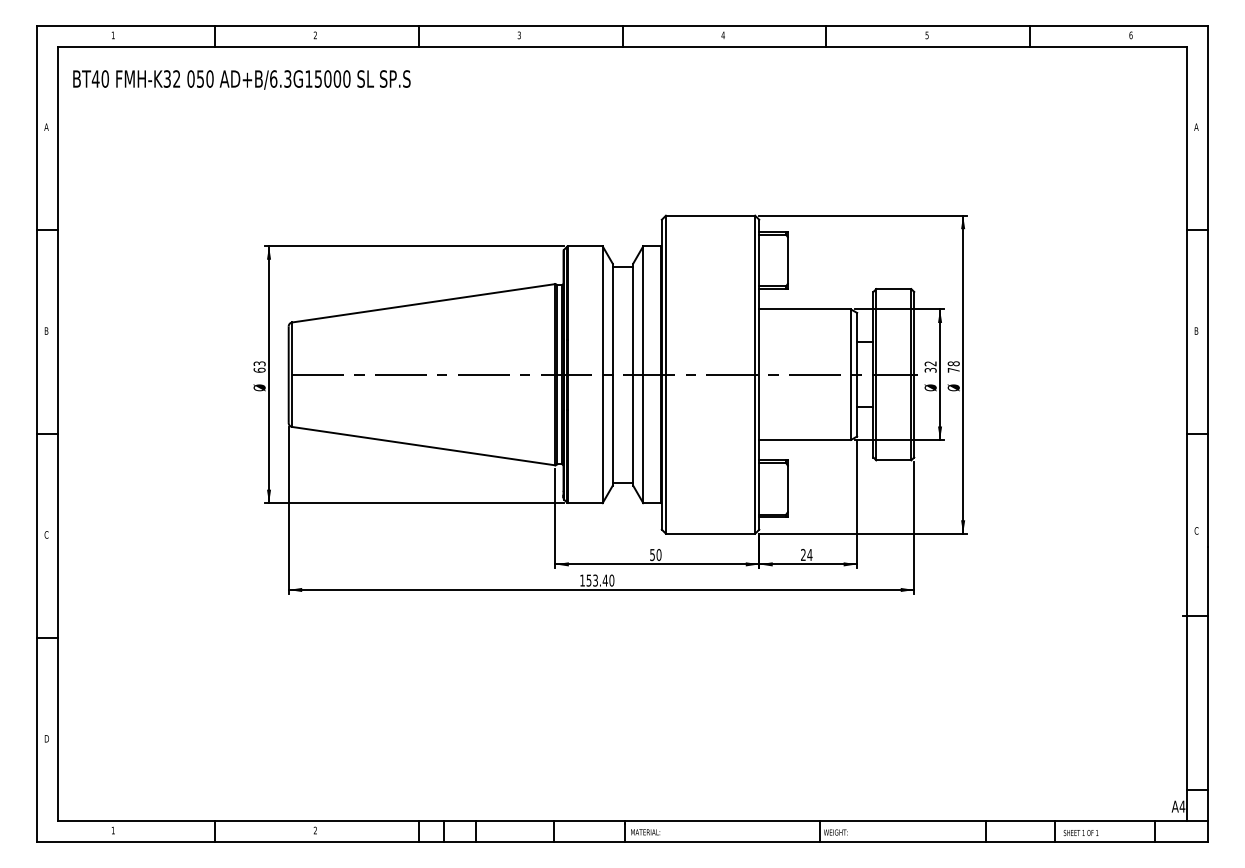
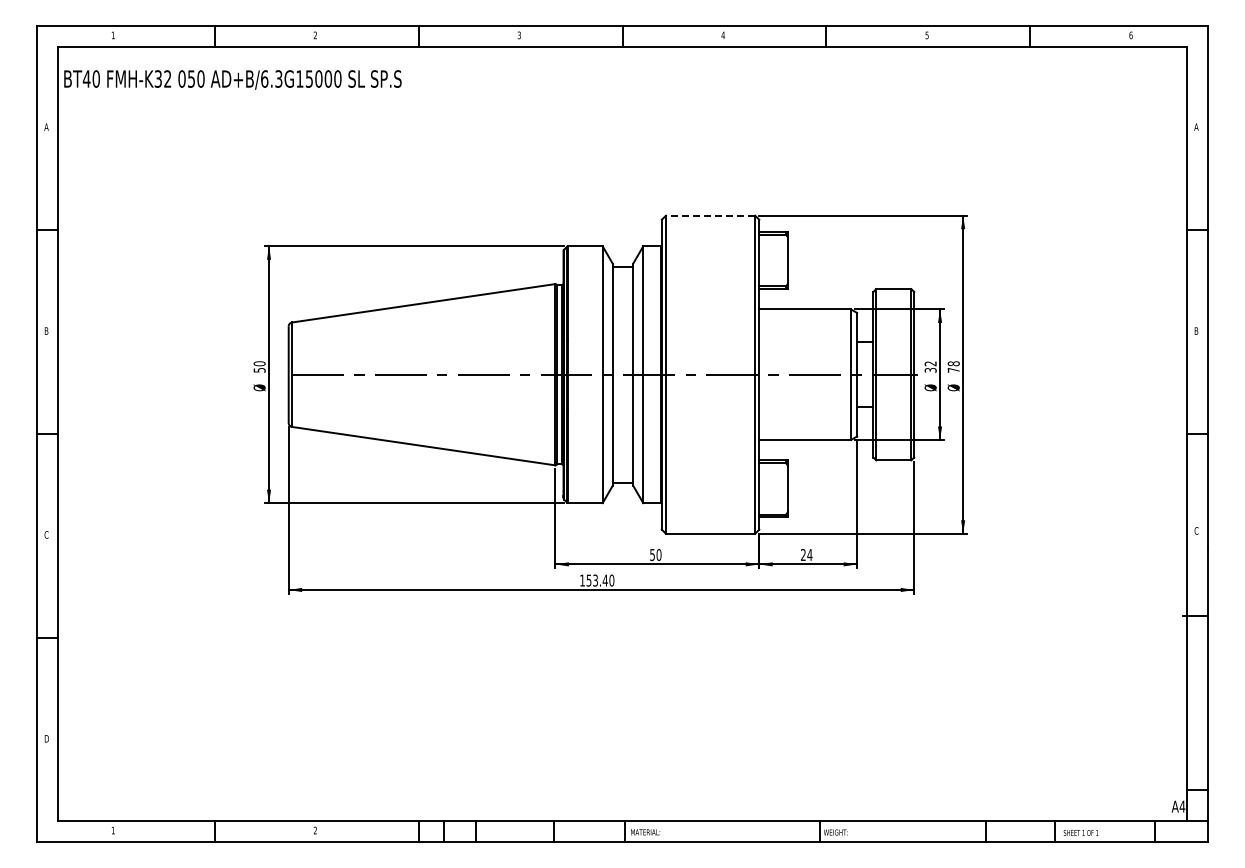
text at (241, 79) position: (241, 79) -> (232, 79)
line at (710, 215): solid -> dashed
text at (259, 366): 63 -> 50
